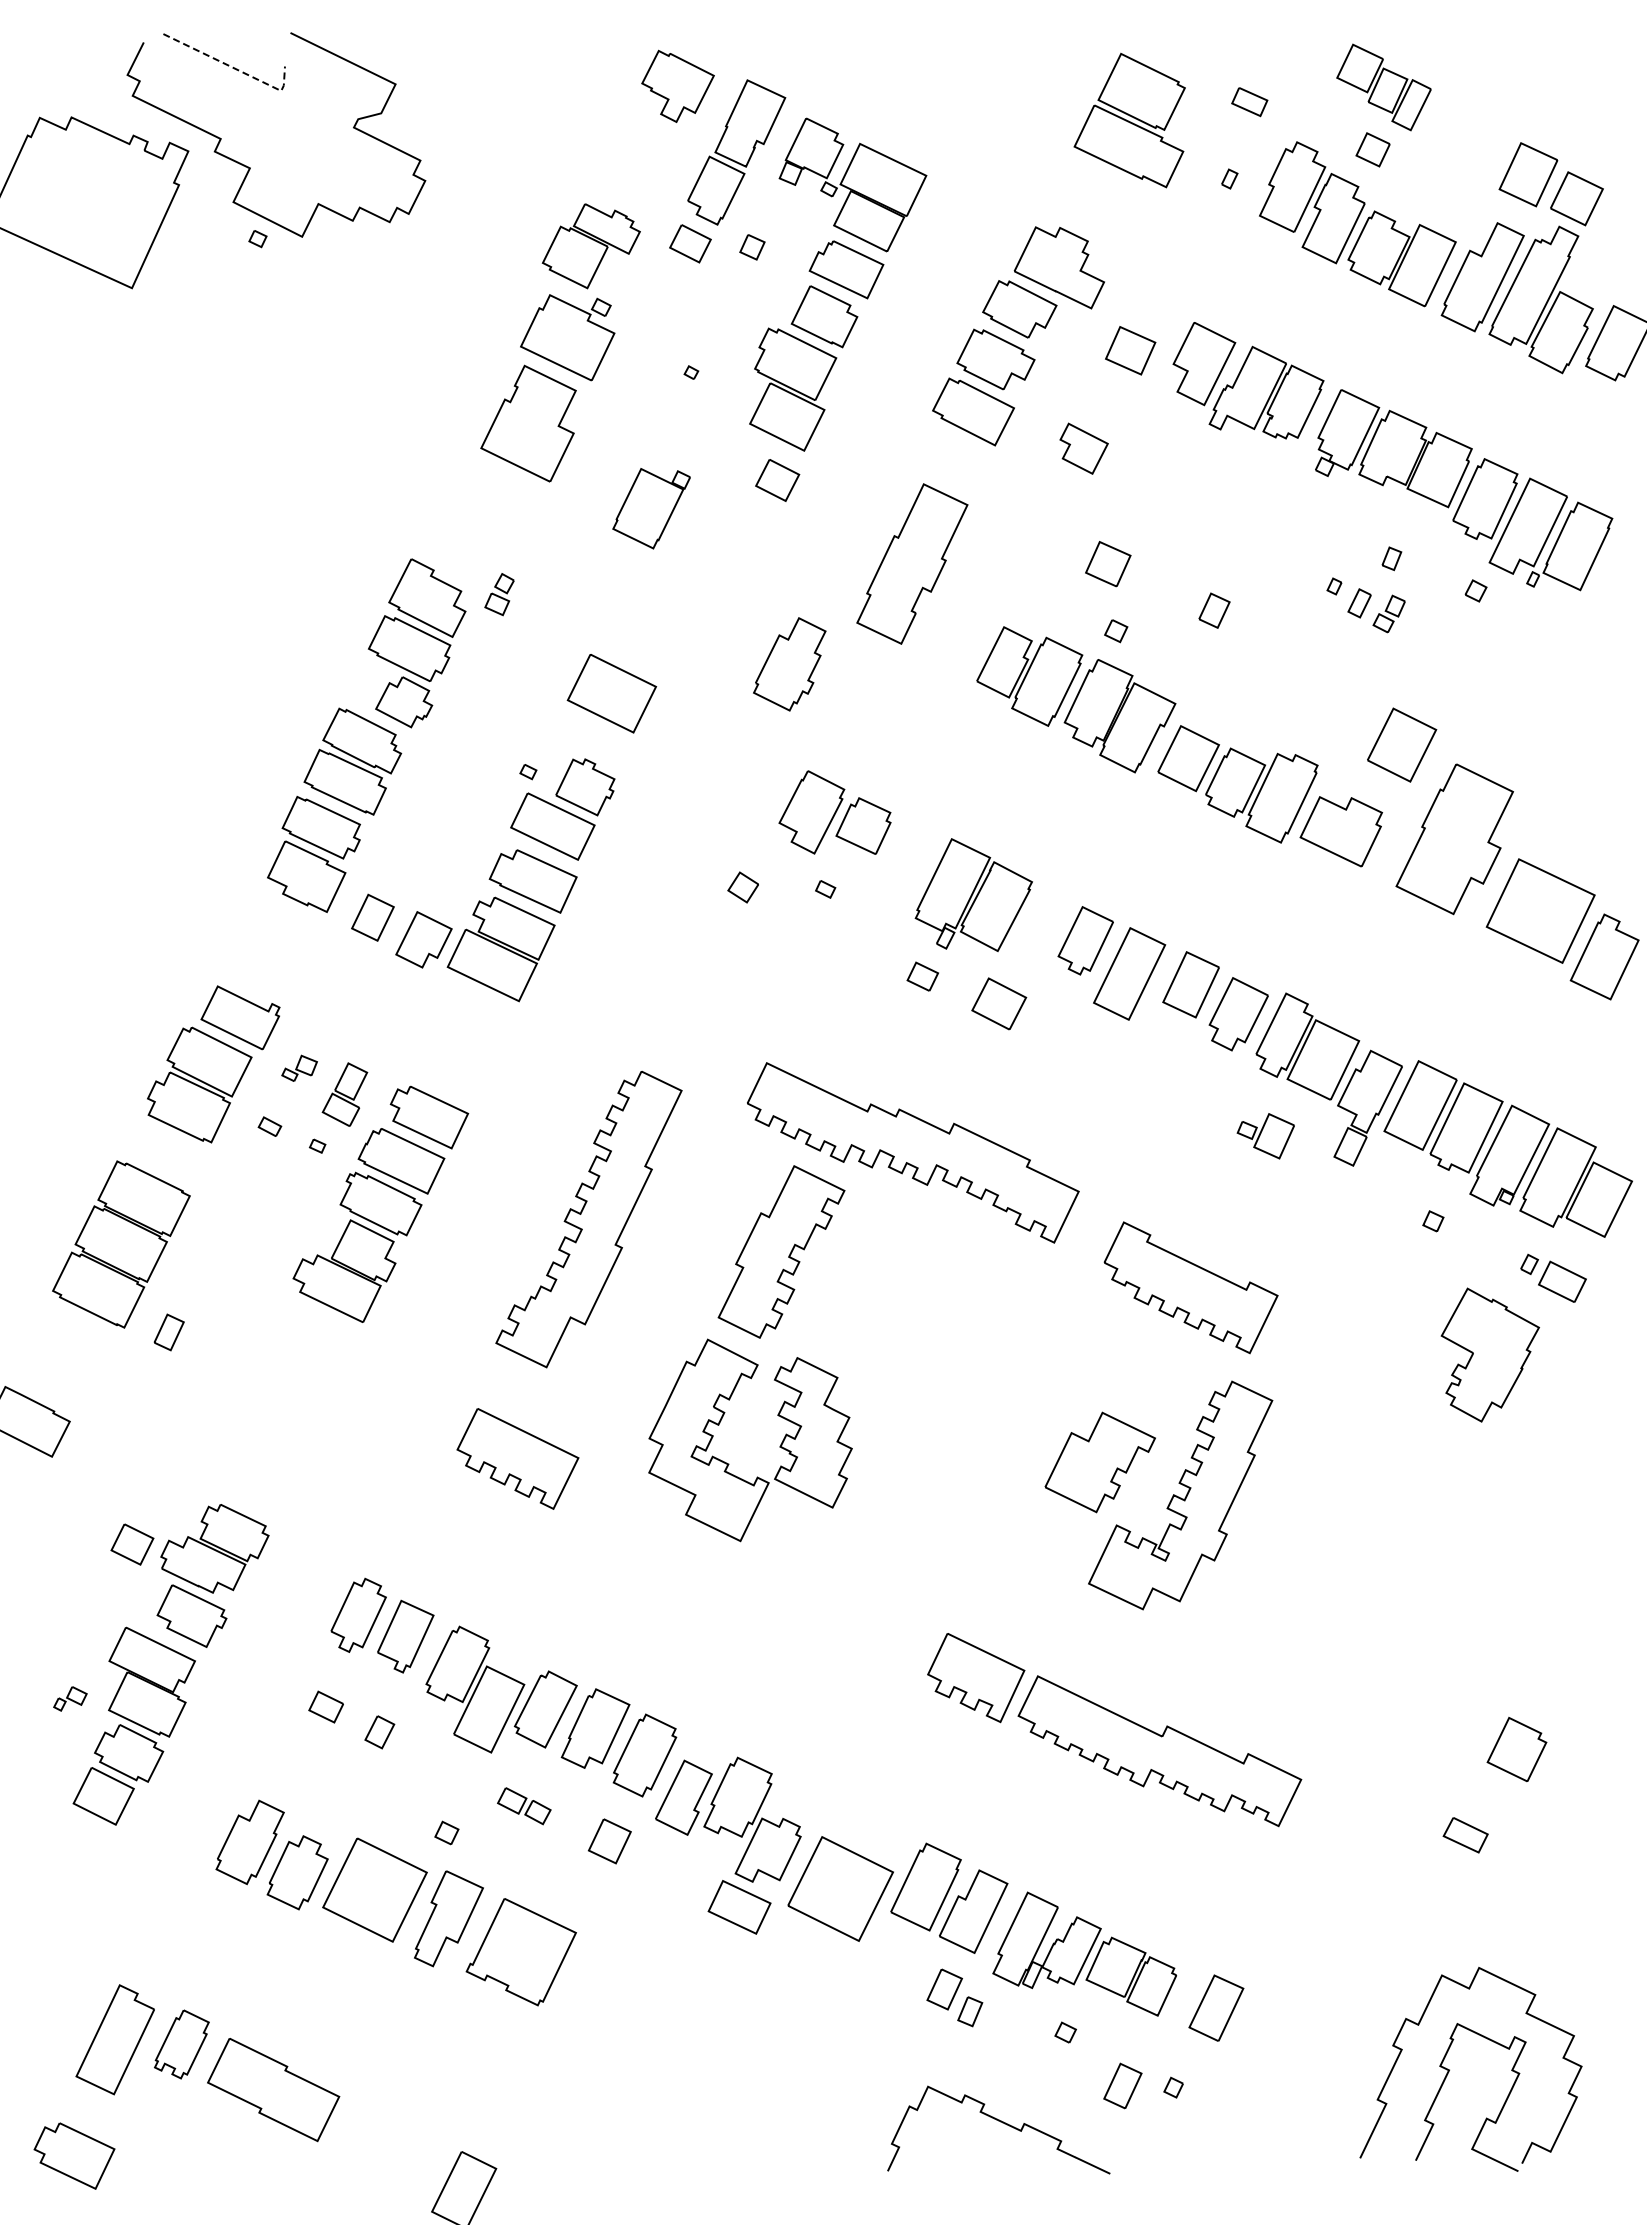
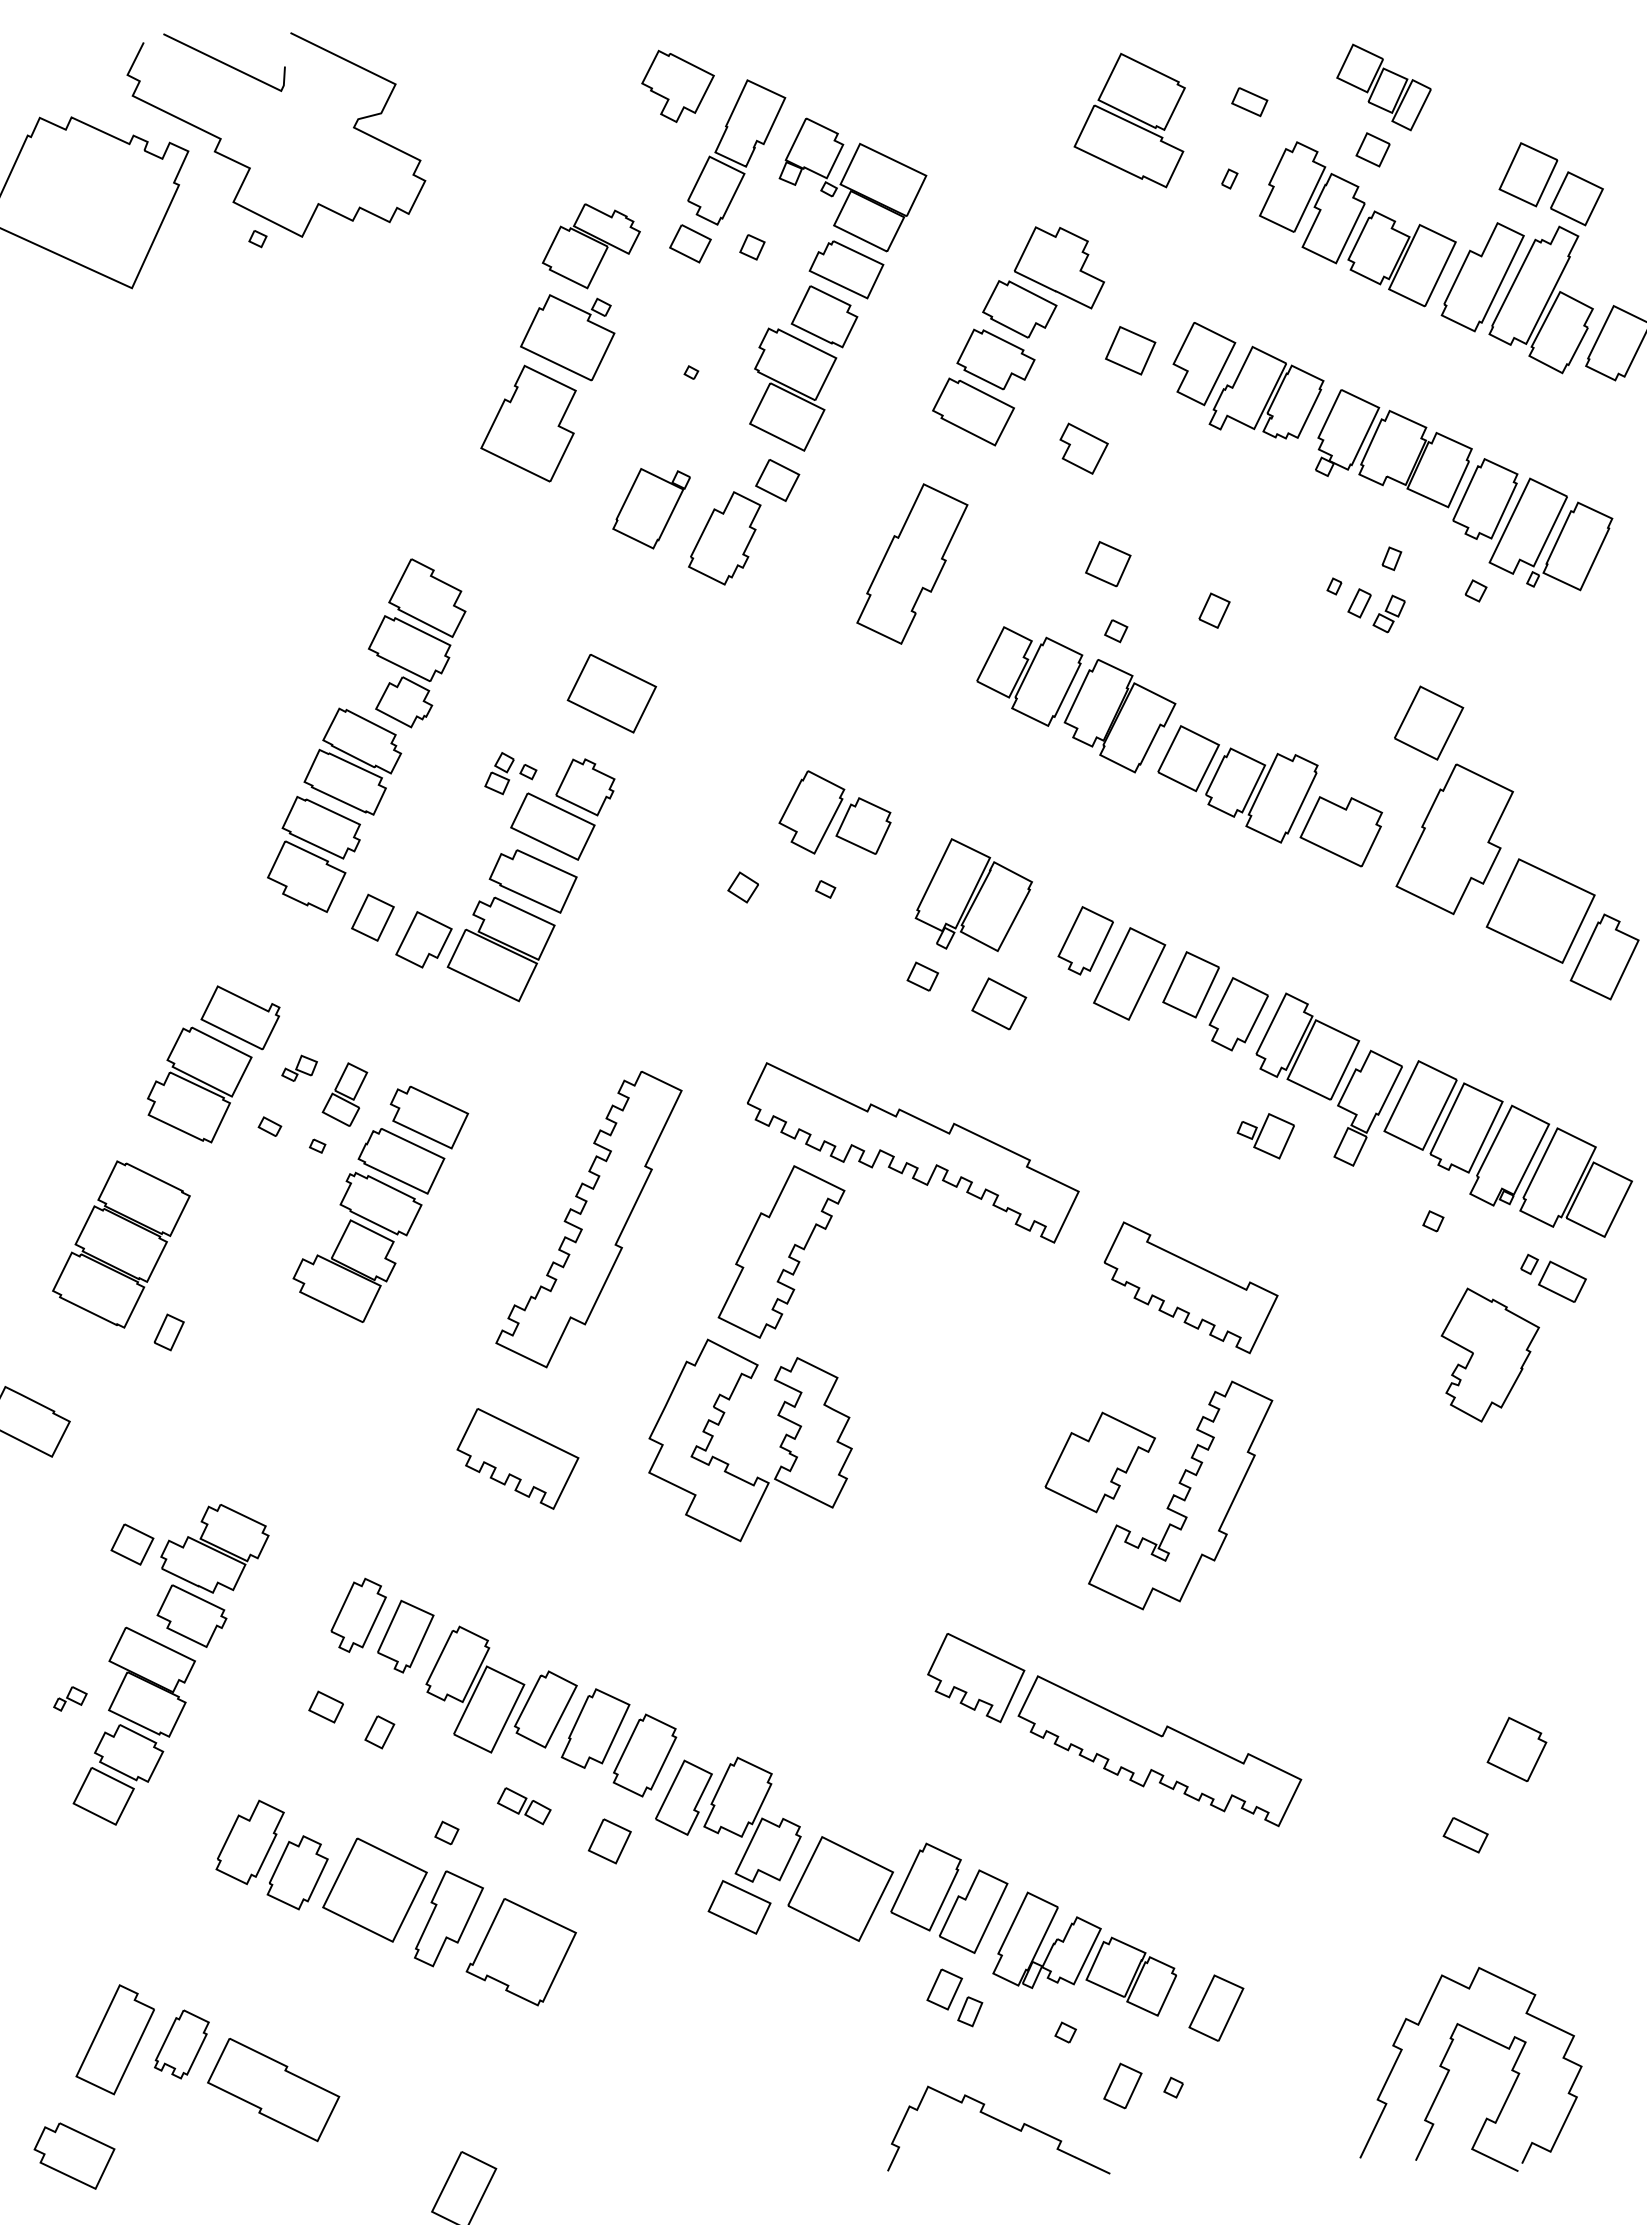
line at (235, 68): dashed -> solid
part at (499, 594) position: (499, 594) -> (499, 773)
part at (789, 664) position: (789, 664) -> (724, 538)
part at (1402, 744) position: (1402, 744) -> (1429, 722)
